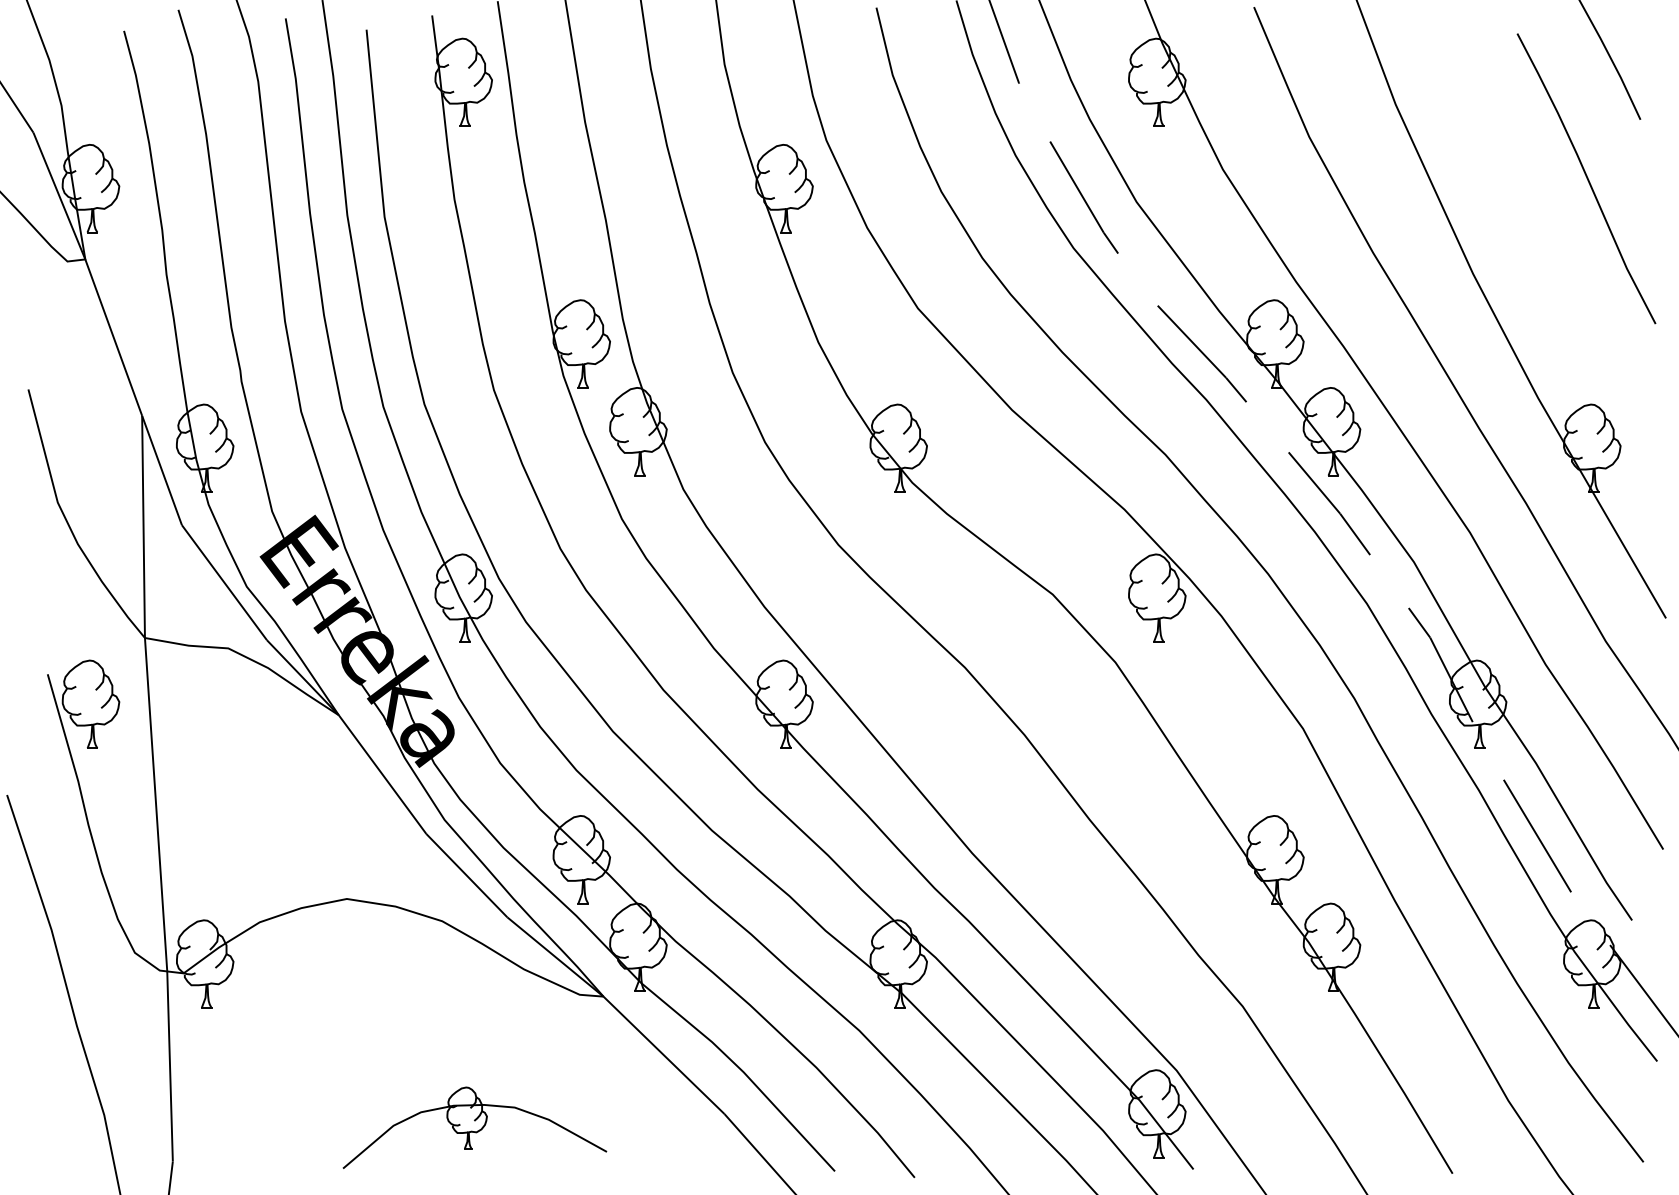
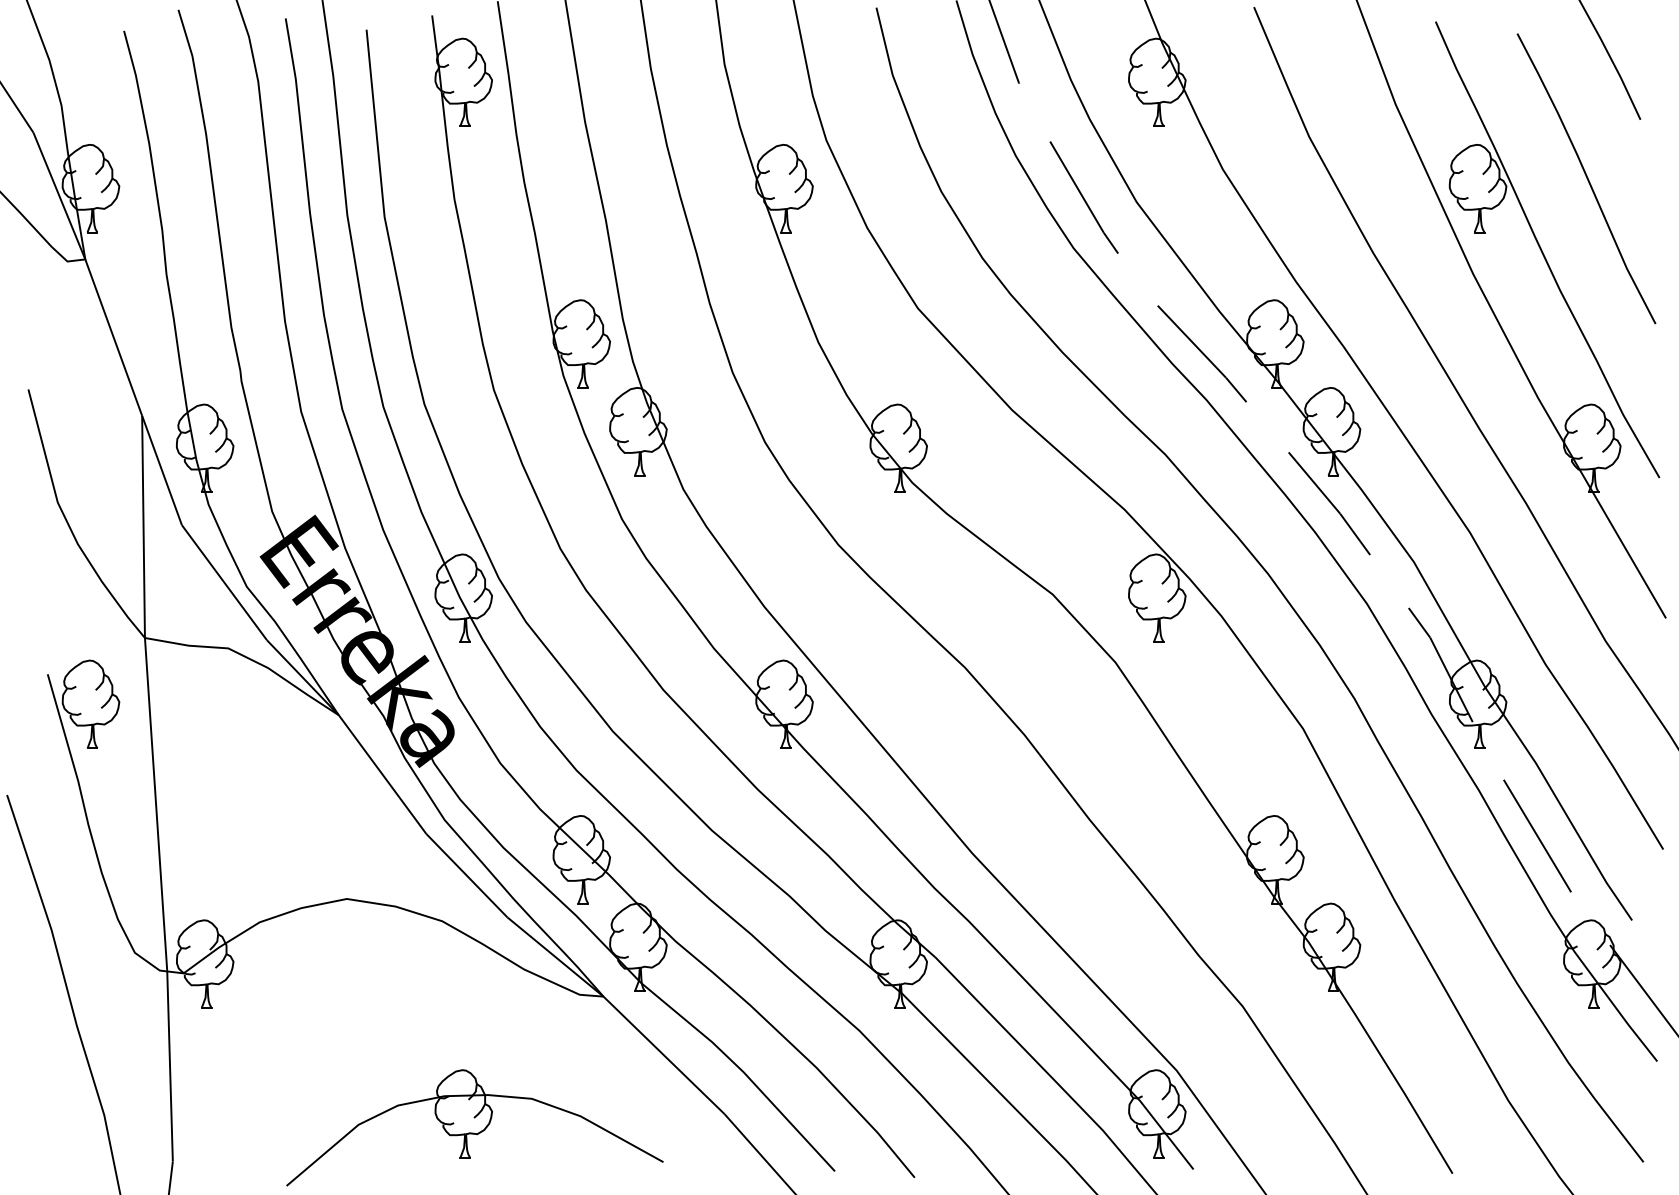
part at (1547, 249): none -> present
part at (474, 1127) size: 266x83 px -> 378x118 px
